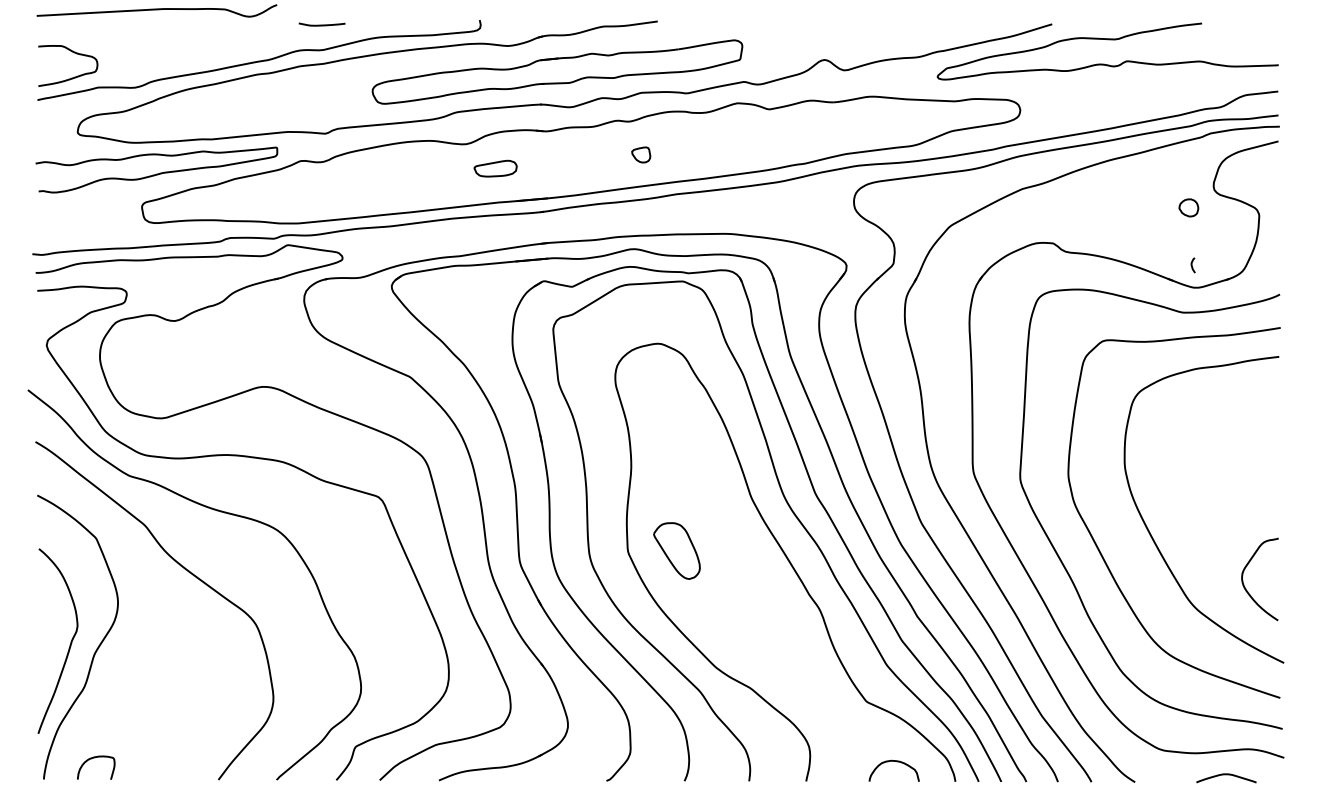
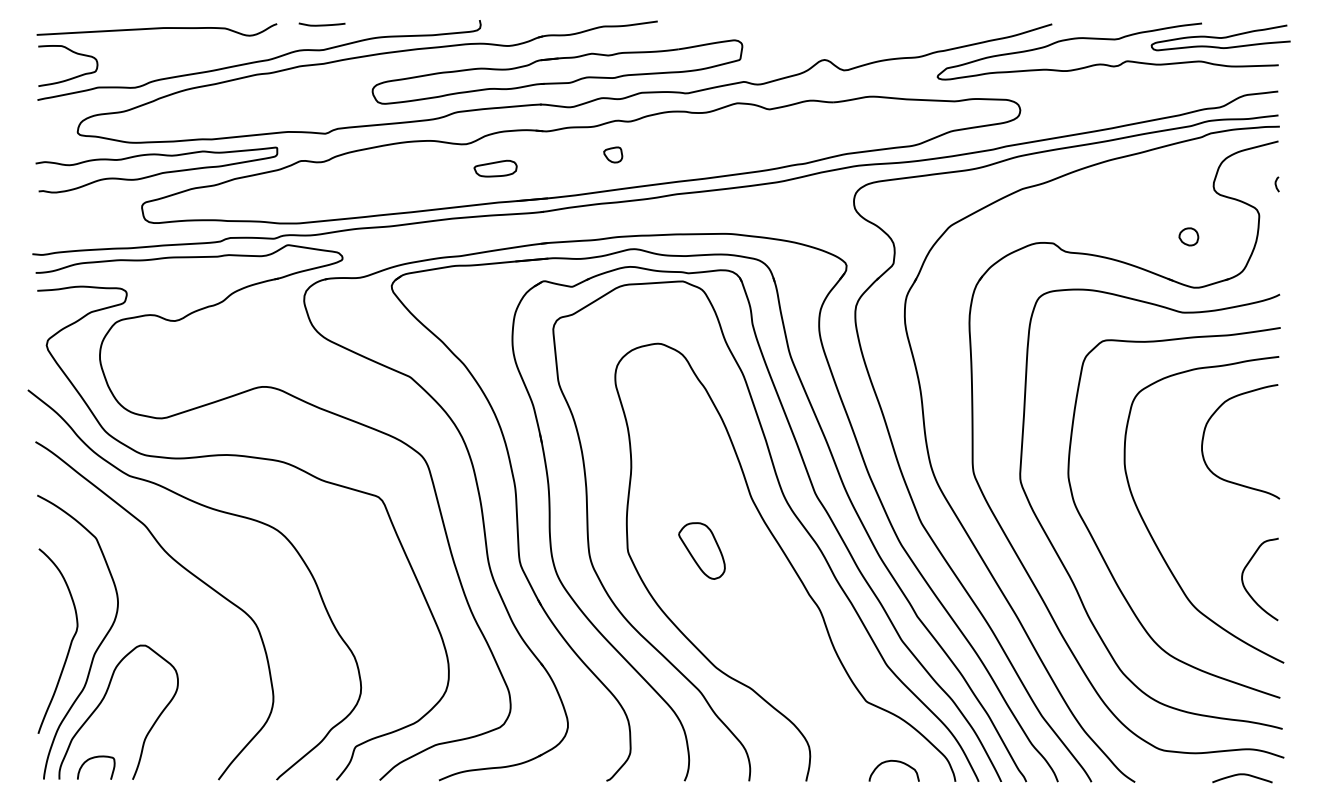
curve at (156, 10) position: (156, 10) -> (156, 29)
curve at (1220, 37): none -> present
part at (641, 154) position: (641, 154) -> (613, 154)
part at (1188, 207) position: (1188, 207) -> (1188, 236)
curve at (1192, 265) position: (1192, 265) -> (1276, 184)
curve at (1204, 436): none -> present
part at (676, 550) position: (676, 550) -> (701, 550)
curve at (103, 700): none -> present
curve at (1226, 775) position: (1226, 775) -> (1242, 775)
